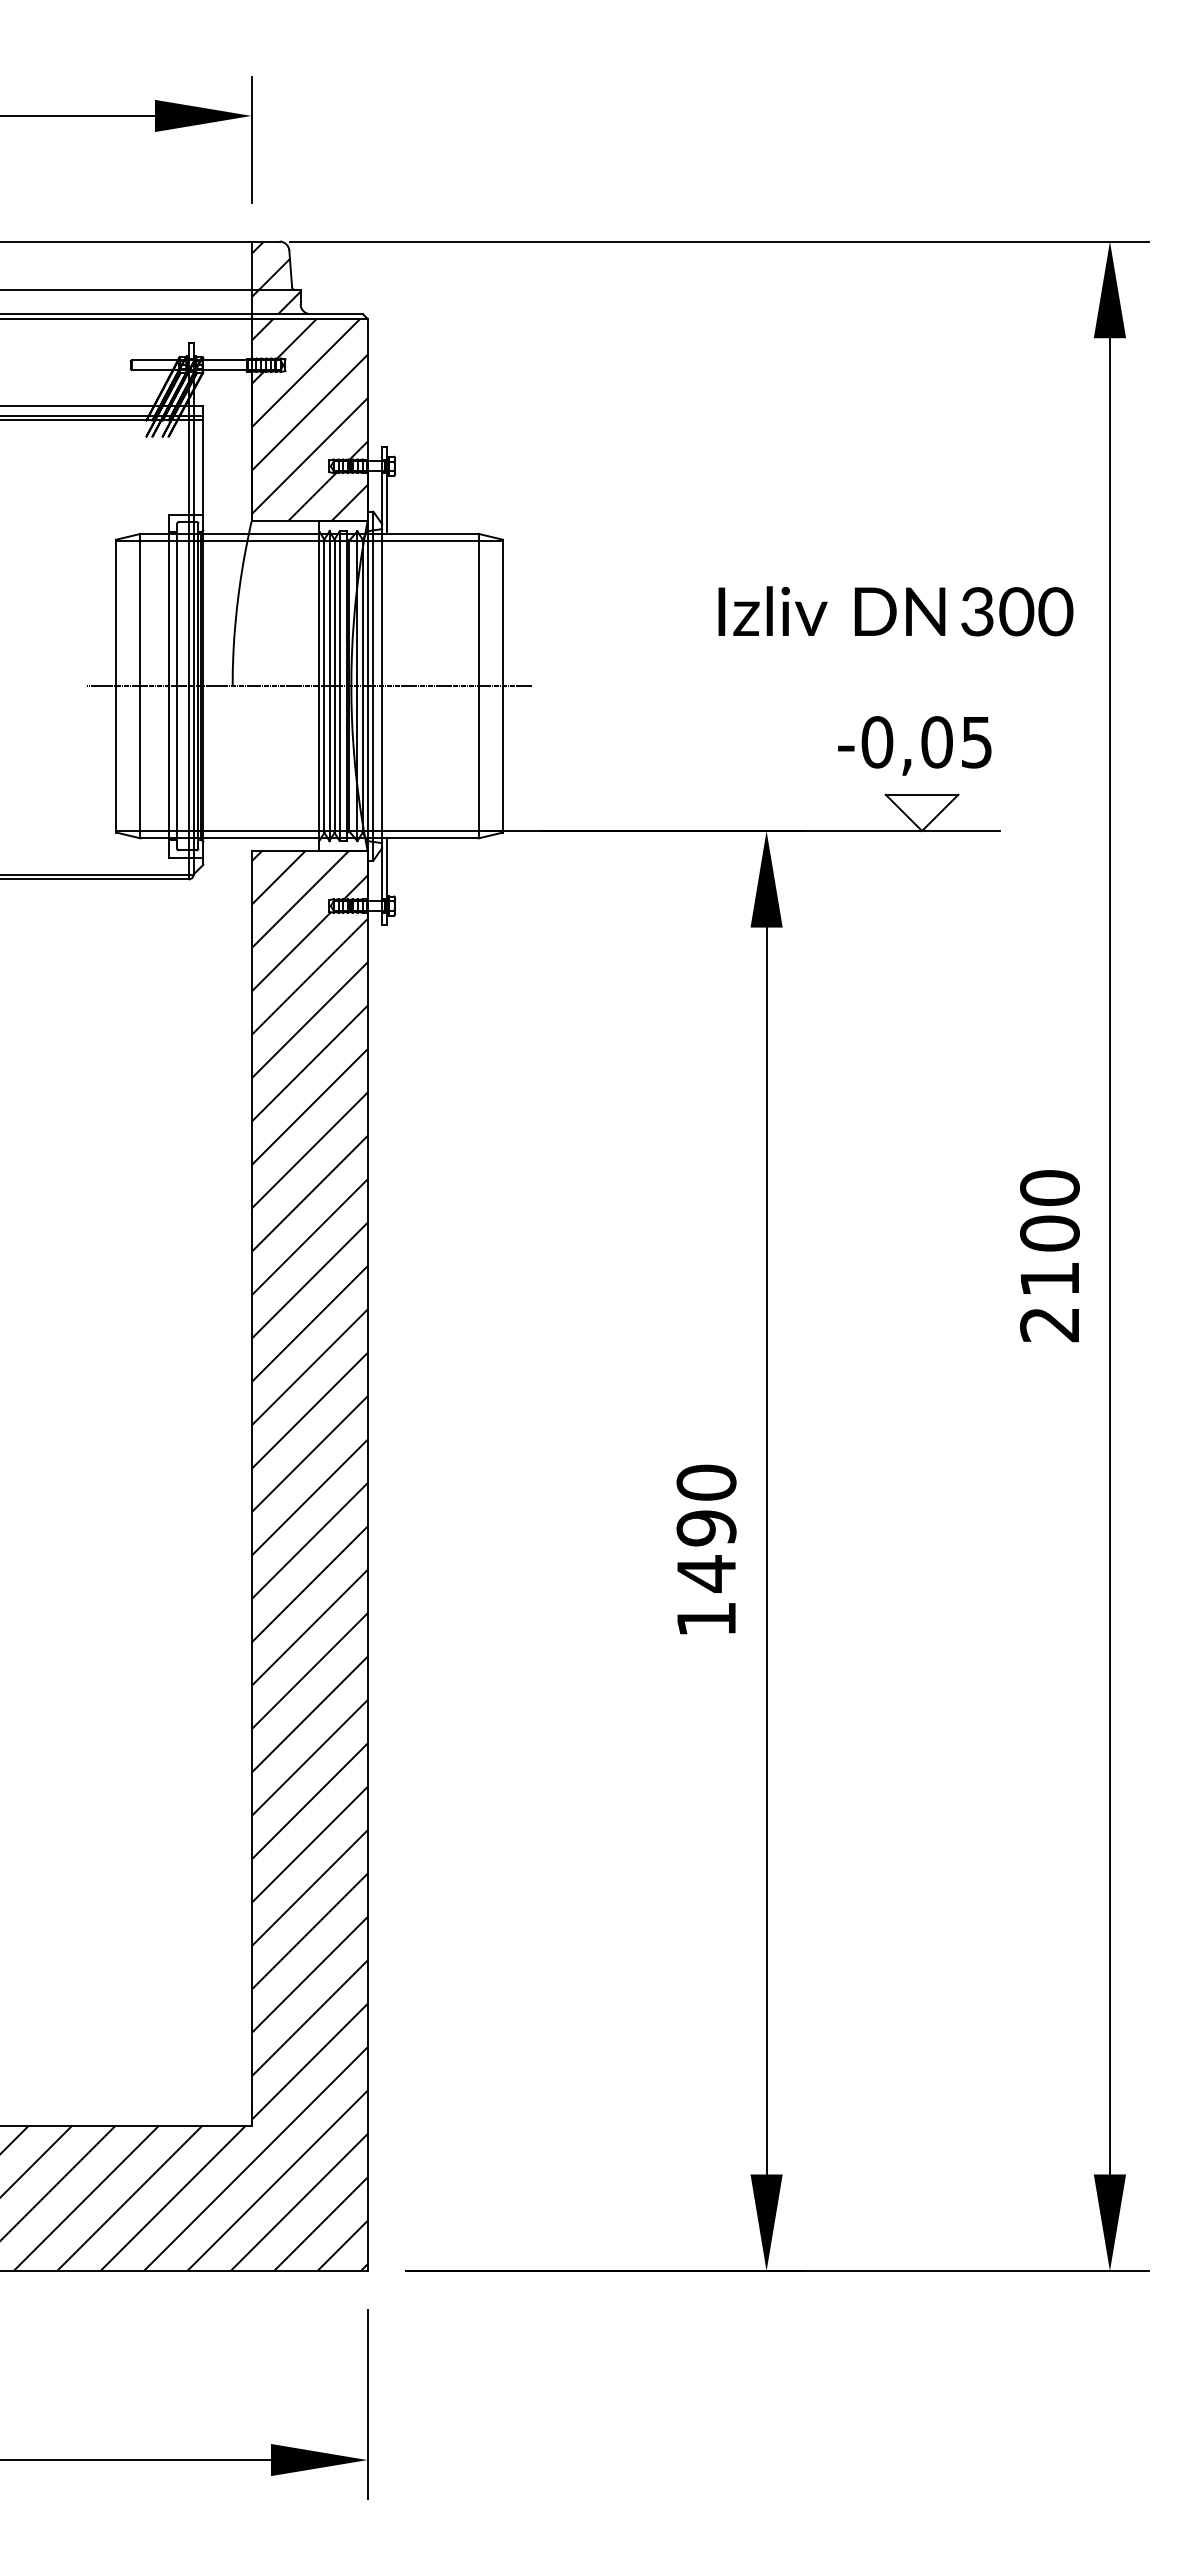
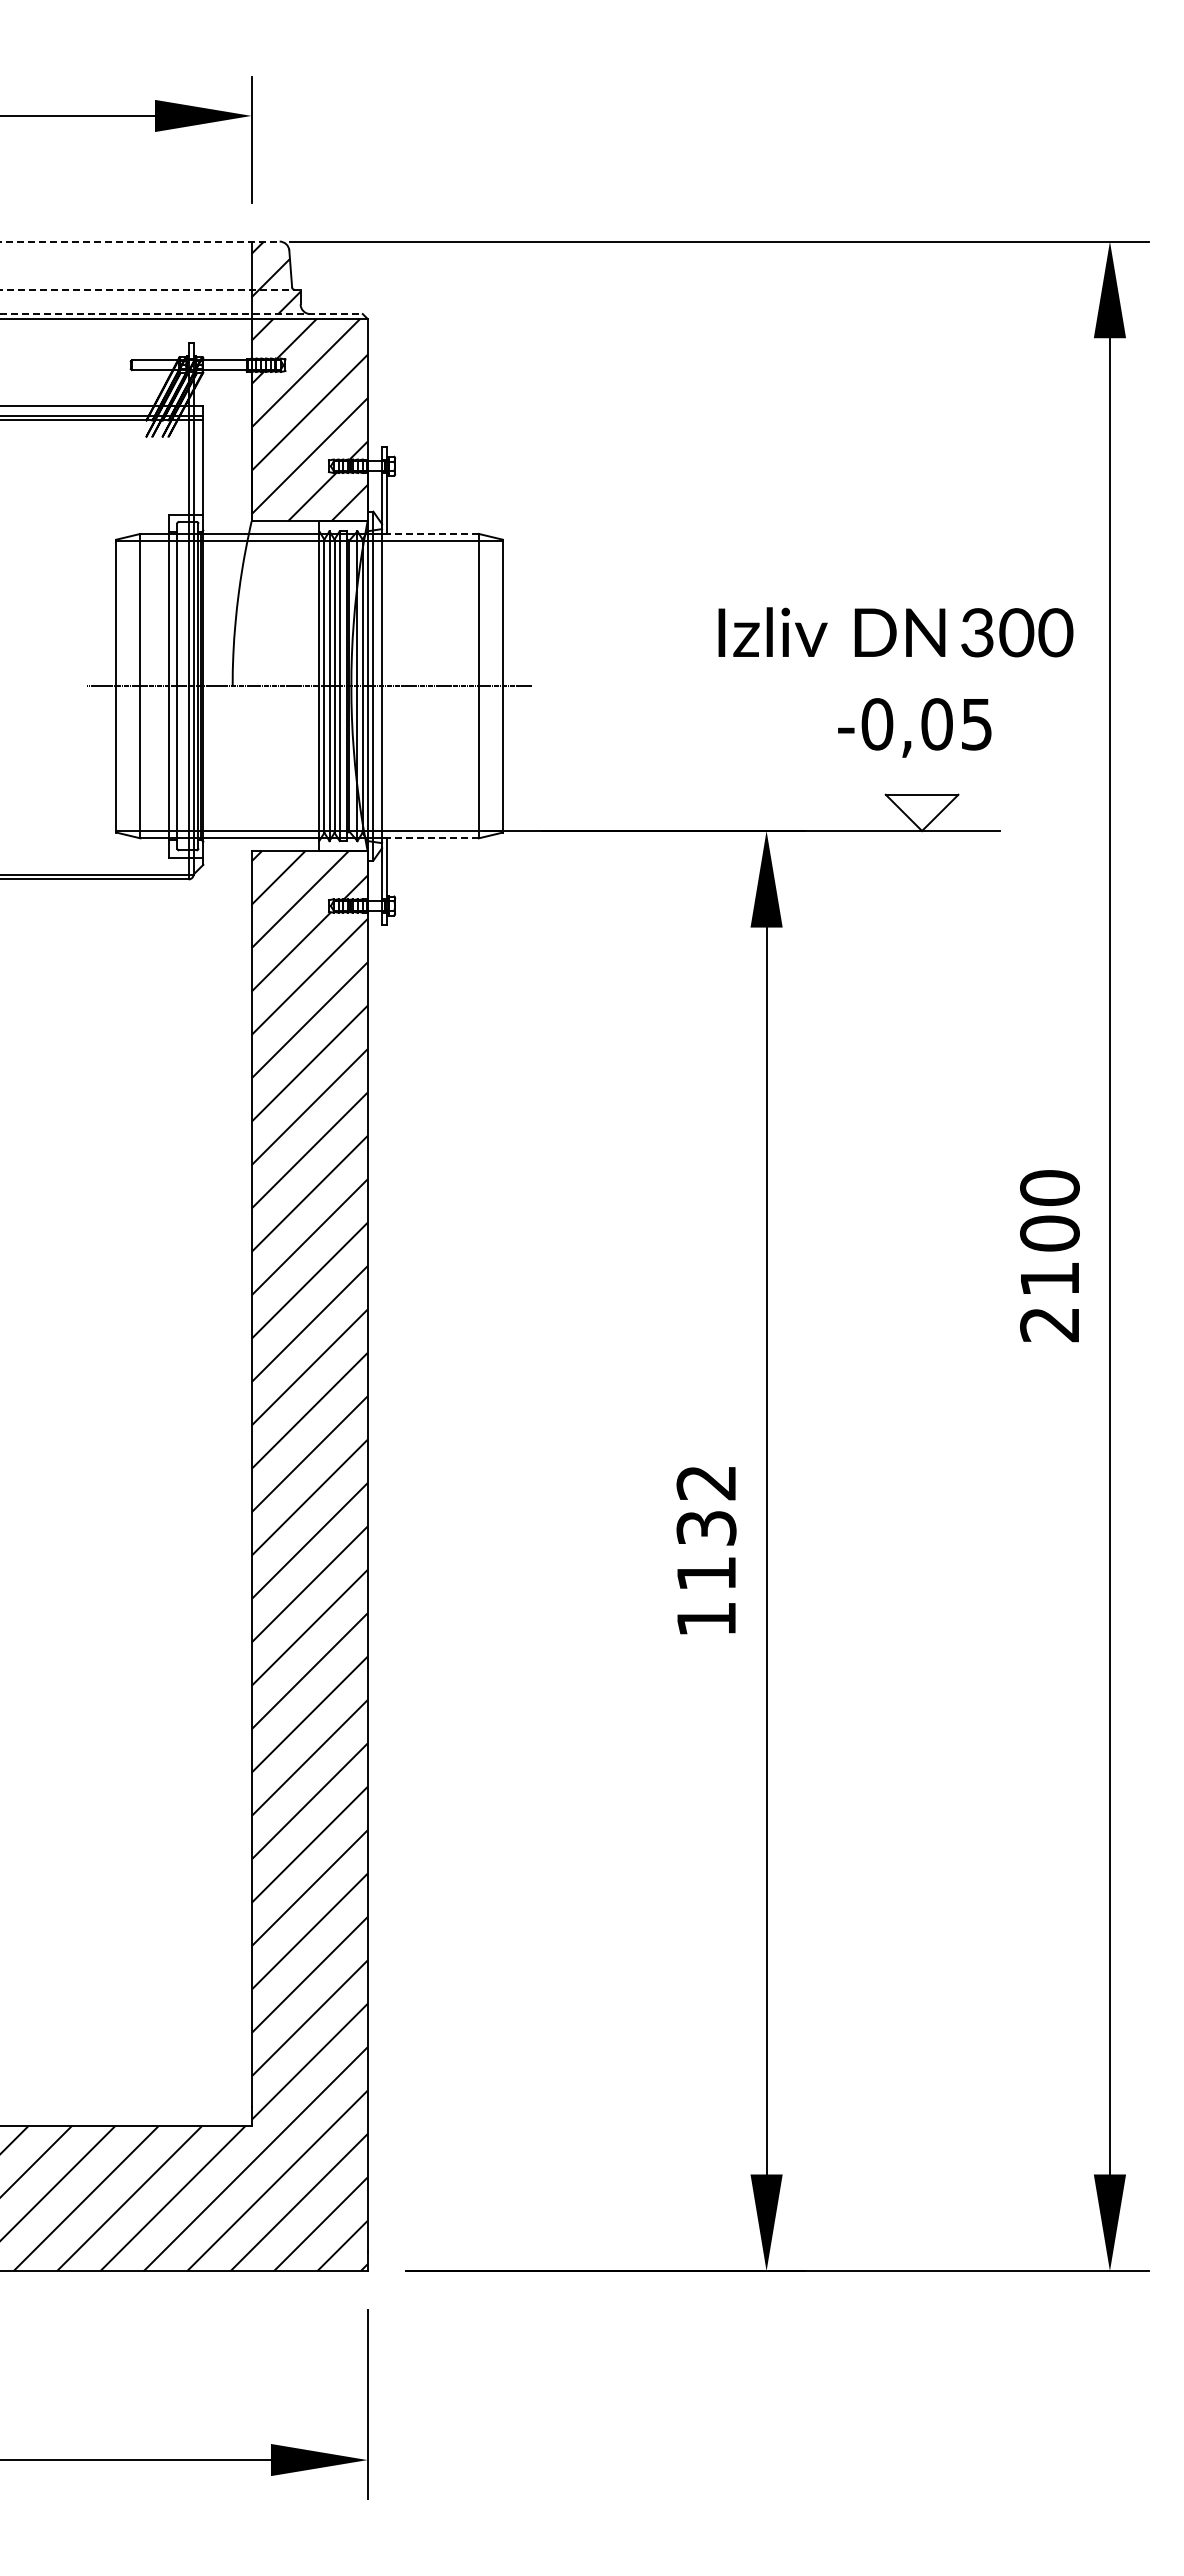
line at (140, 241): solid -> dashed
line at (150, 289): solid -> dashed
line at (181, 314): solid -> dashed
line at (432, 533): solid -> dashed
text at (895, 611) position: (895, 611) -> (895, 632)
text at (914, 745) position: (914, 745) -> (914, 727)
line at (432, 838): solid -> dashed
text at (706, 1528): 1490 -> 1132
